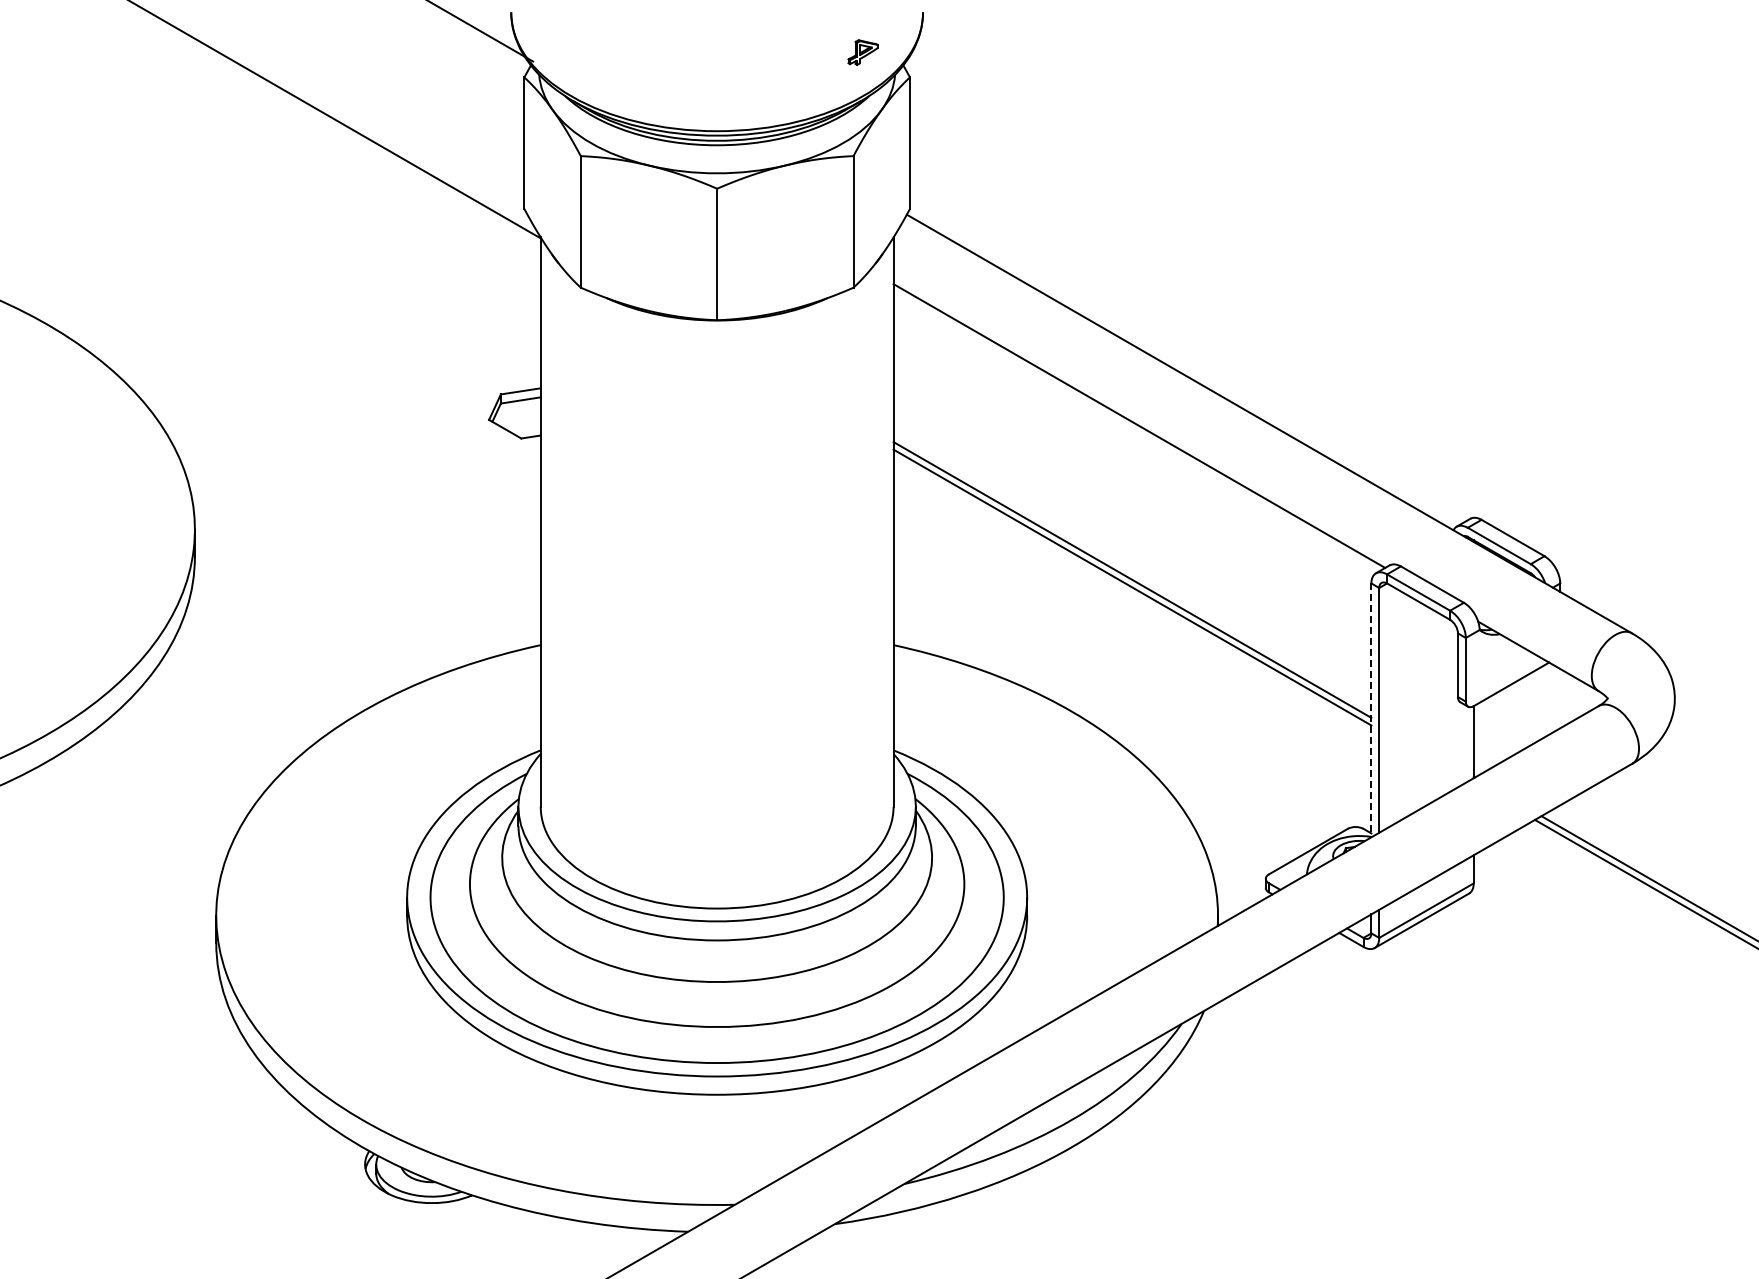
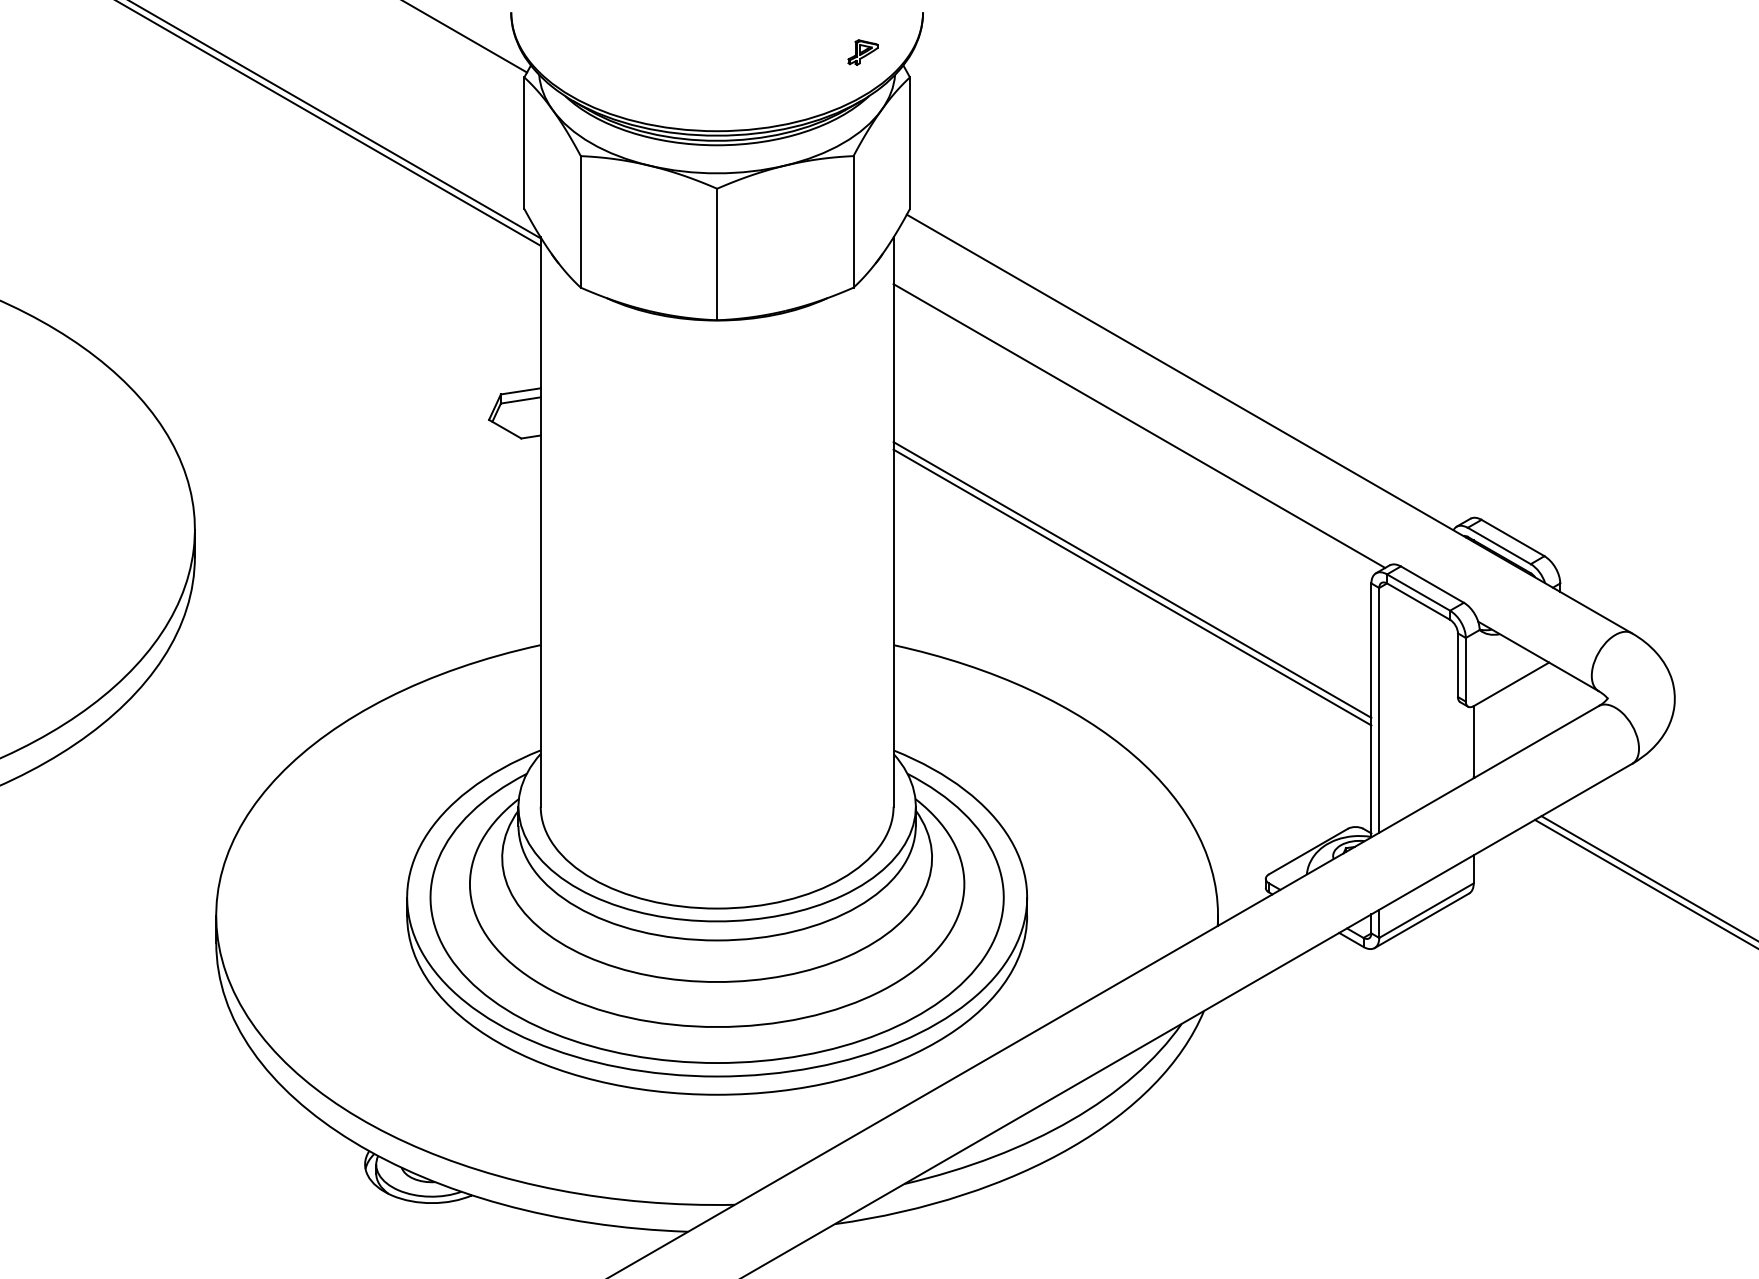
line at (481, 31) position: (481, 31) -> (466, 37)
line at (329, 123): none -> present
line at (1371, 710): dashed -> solid
